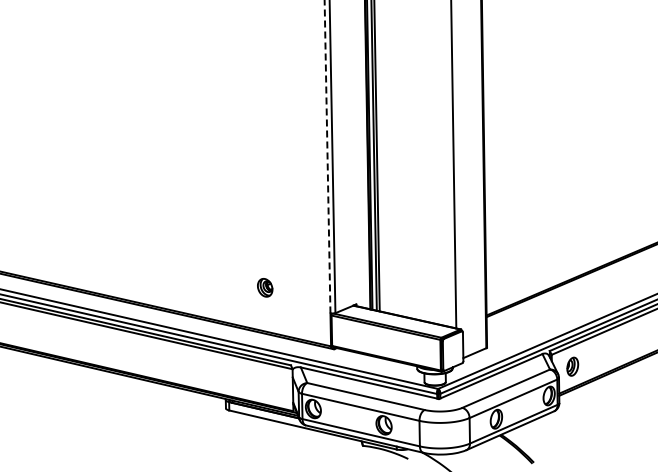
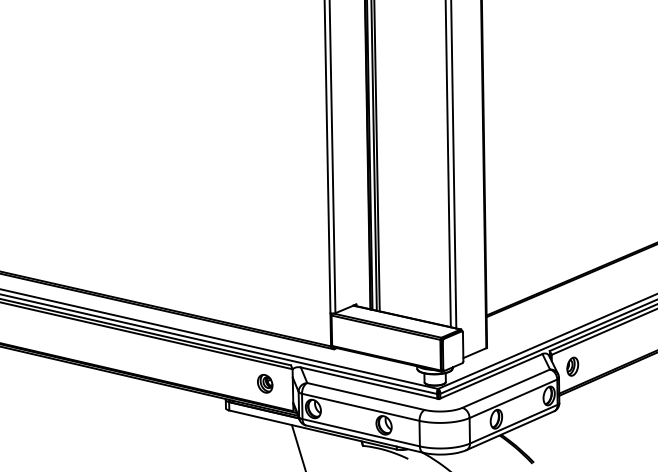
line at (327, 156): dashed -> solid
line at (447, 164): none -> present
part at (265, 287) position: (265, 287) -> (265, 383)
line at (297, 446): none -> present
